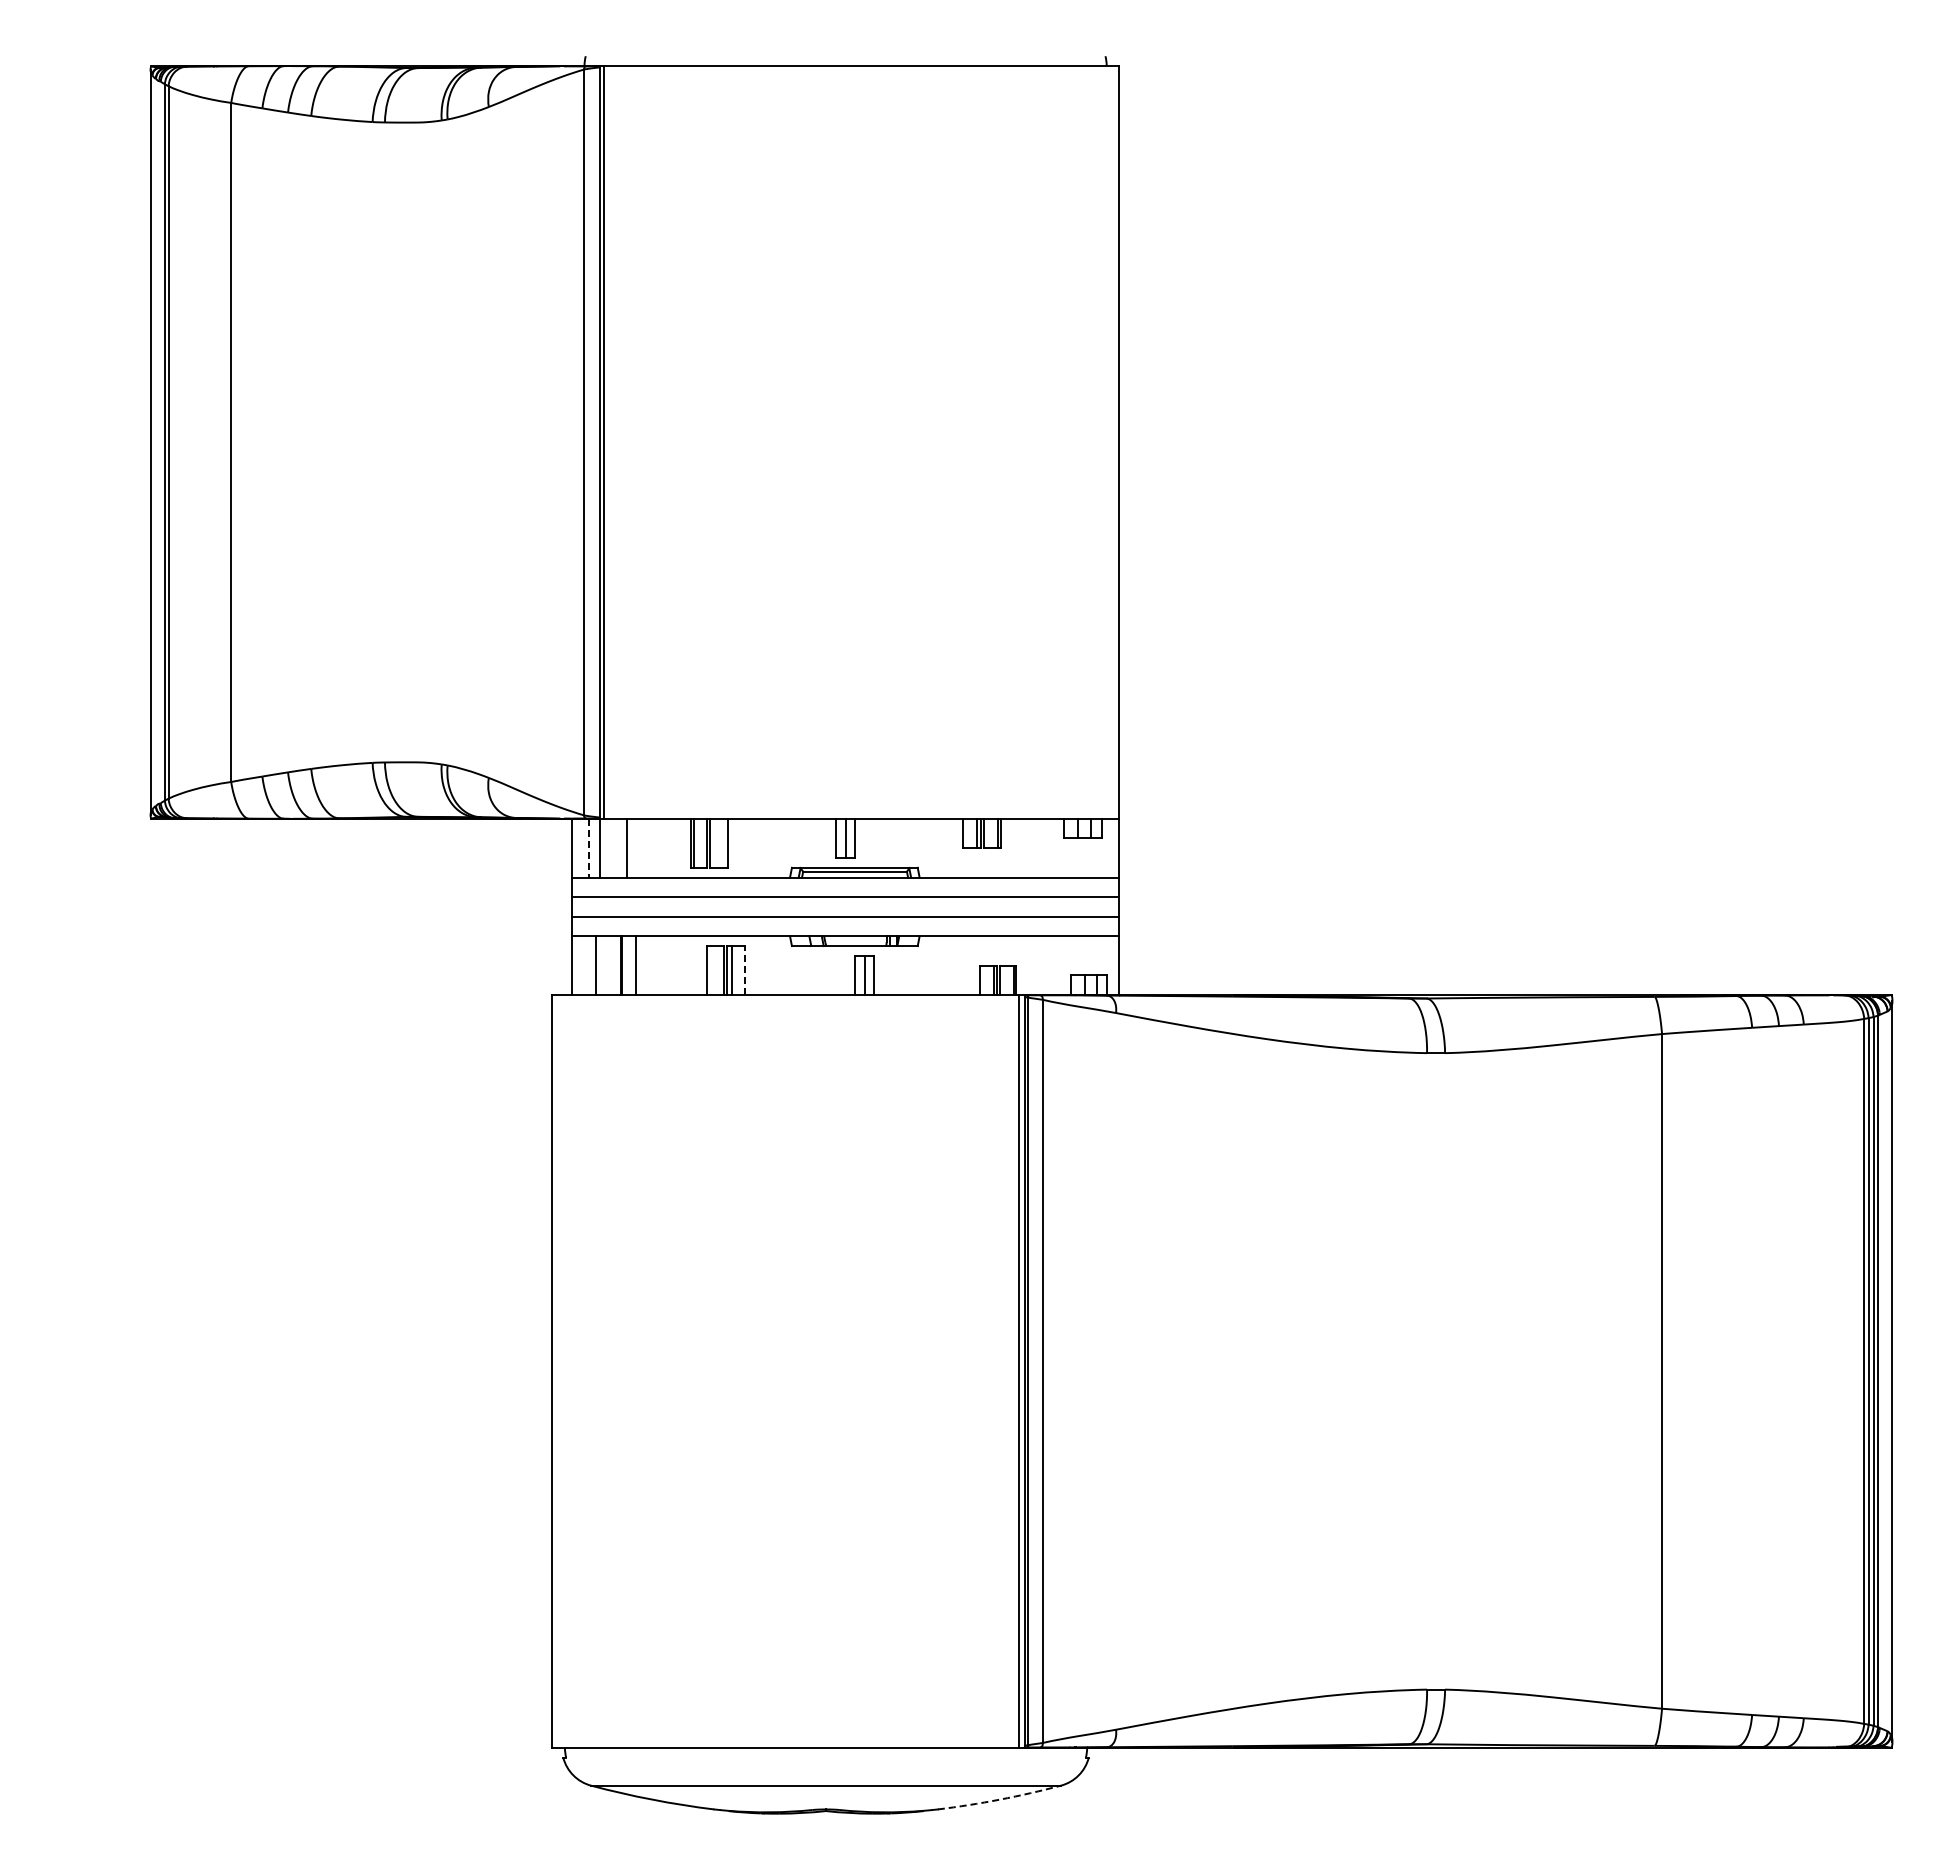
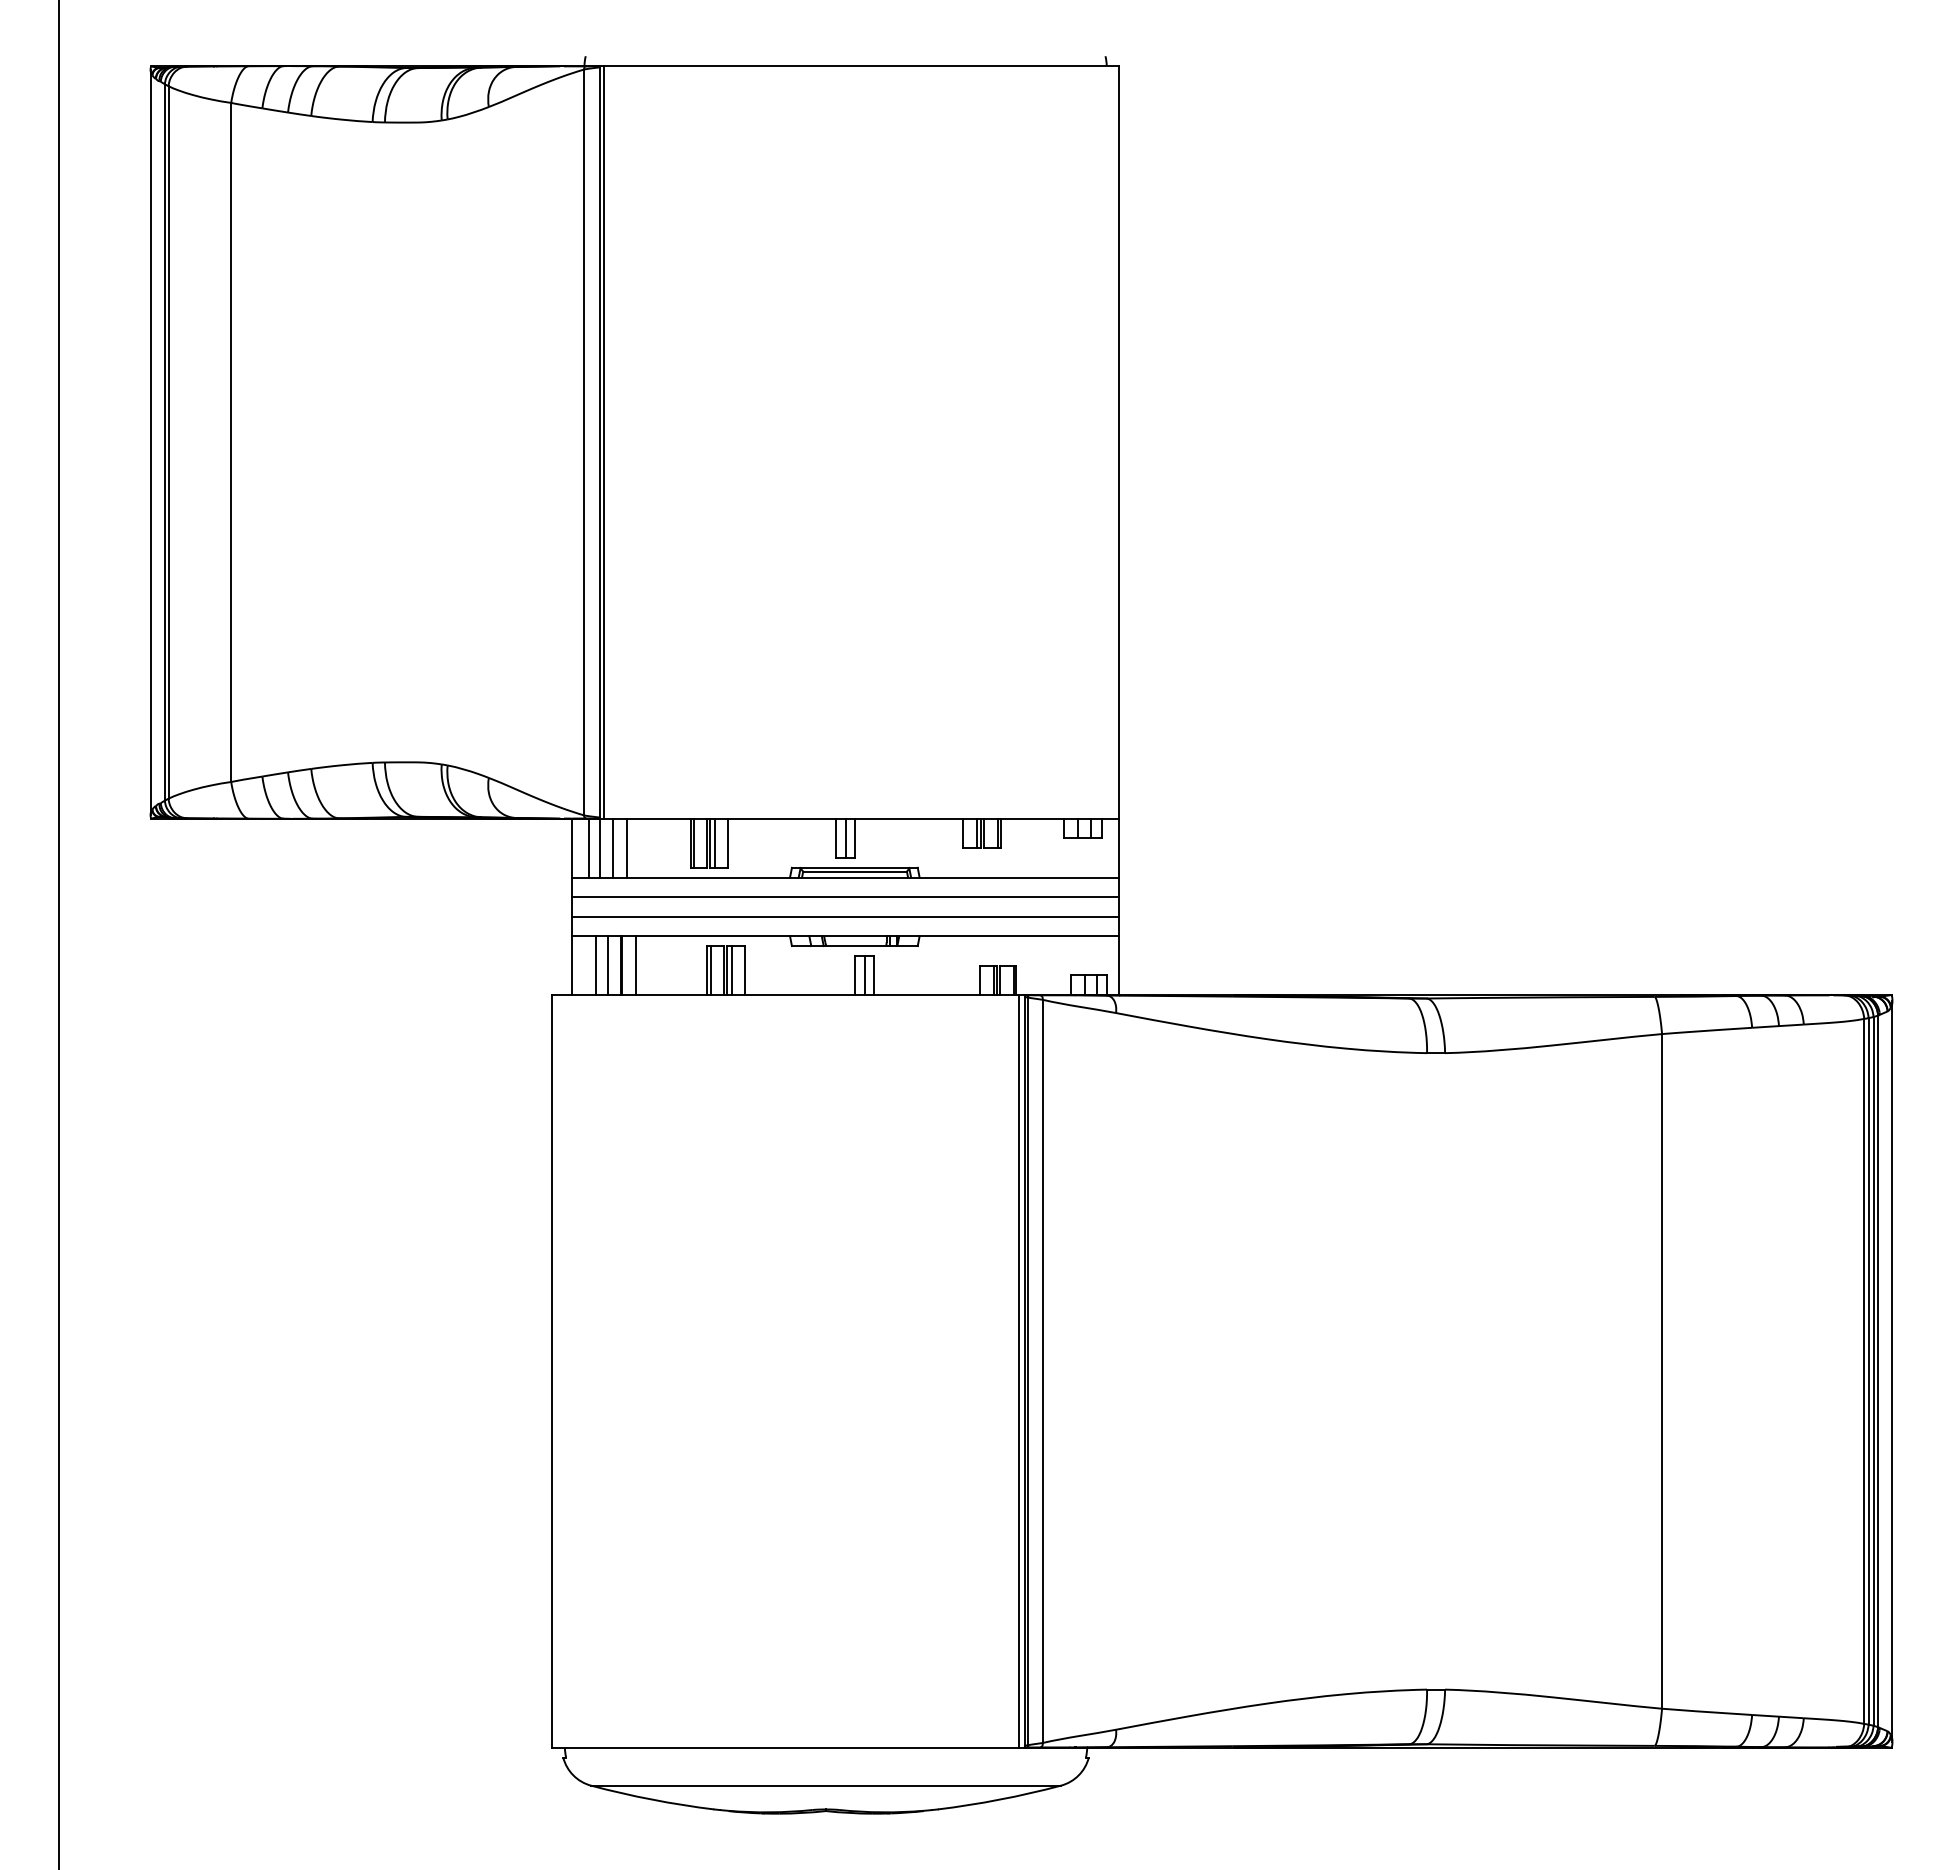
line at (714, 842): none -> present
line at (613, 847): none -> present
line at (588, 848): dashed -> solid
line at (58, 934): none -> present
line at (607, 965): none -> present
line at (710, 970): none -> present
line at (745, 970): dashed -> solid
arc at (999, 1799): dashed -> solid
